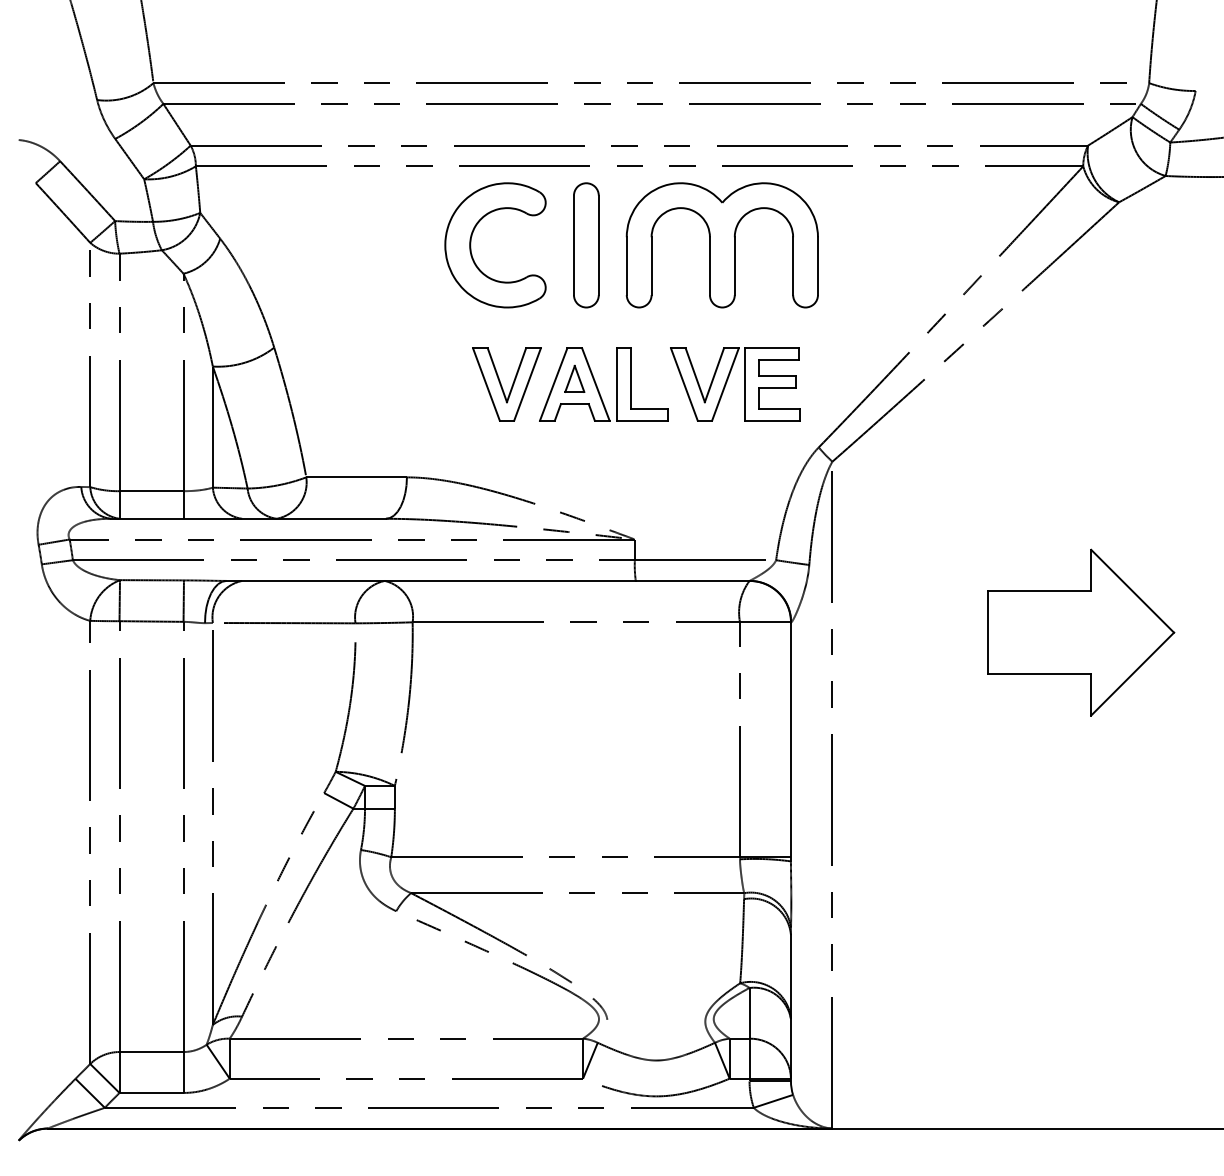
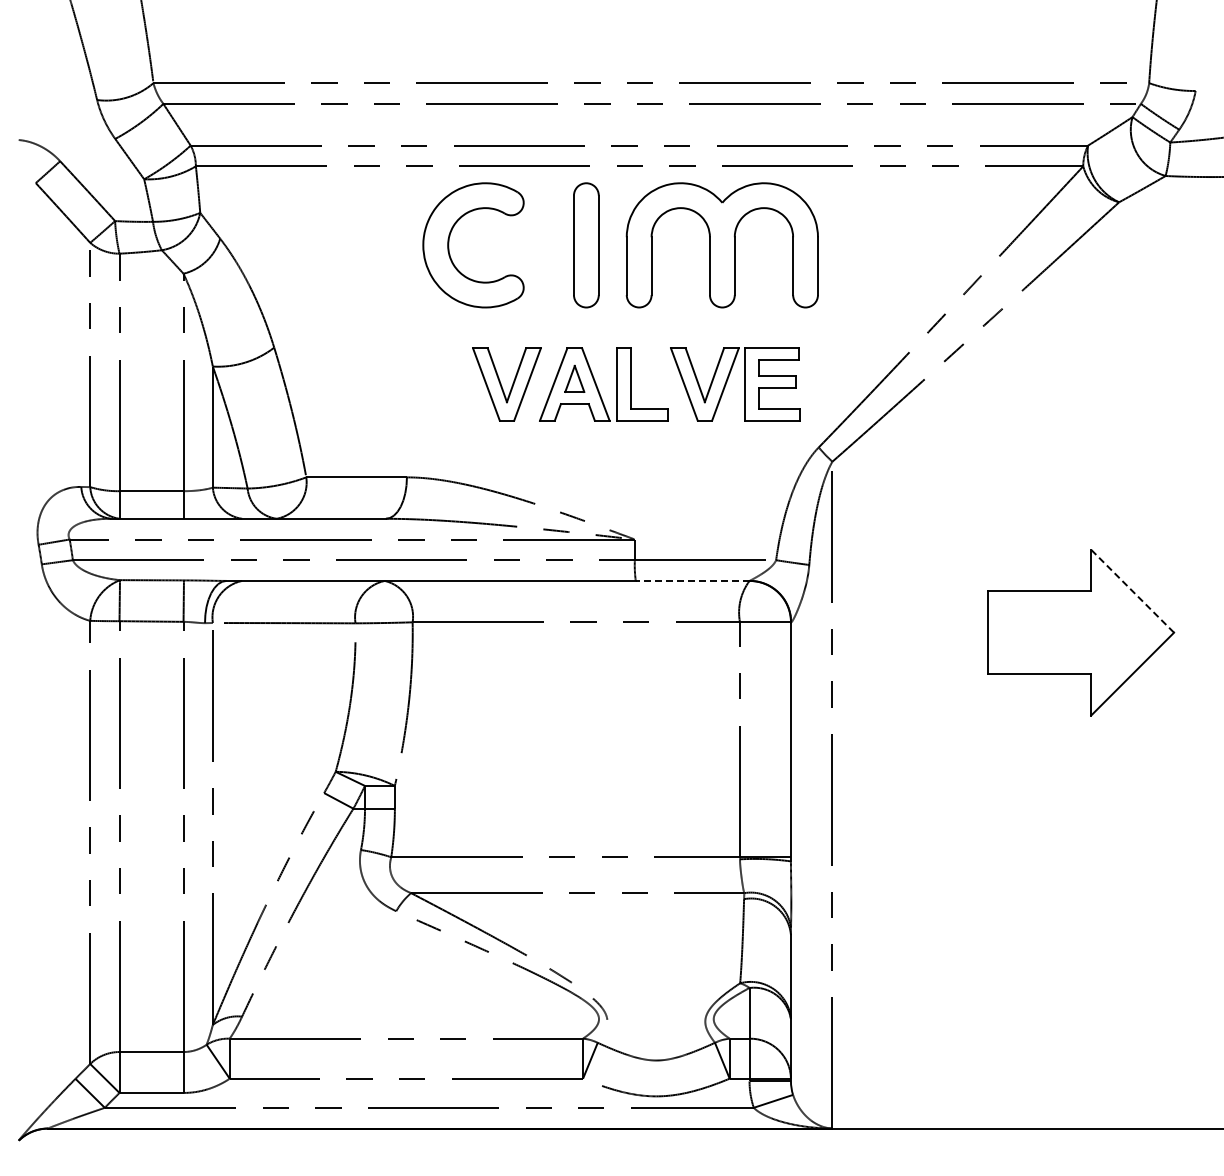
part at (471, 245) position: (471, 245) -> (449, 245)
line at (692, 580): solid -> dashed
line at (1132, 591): solid -> dashed
